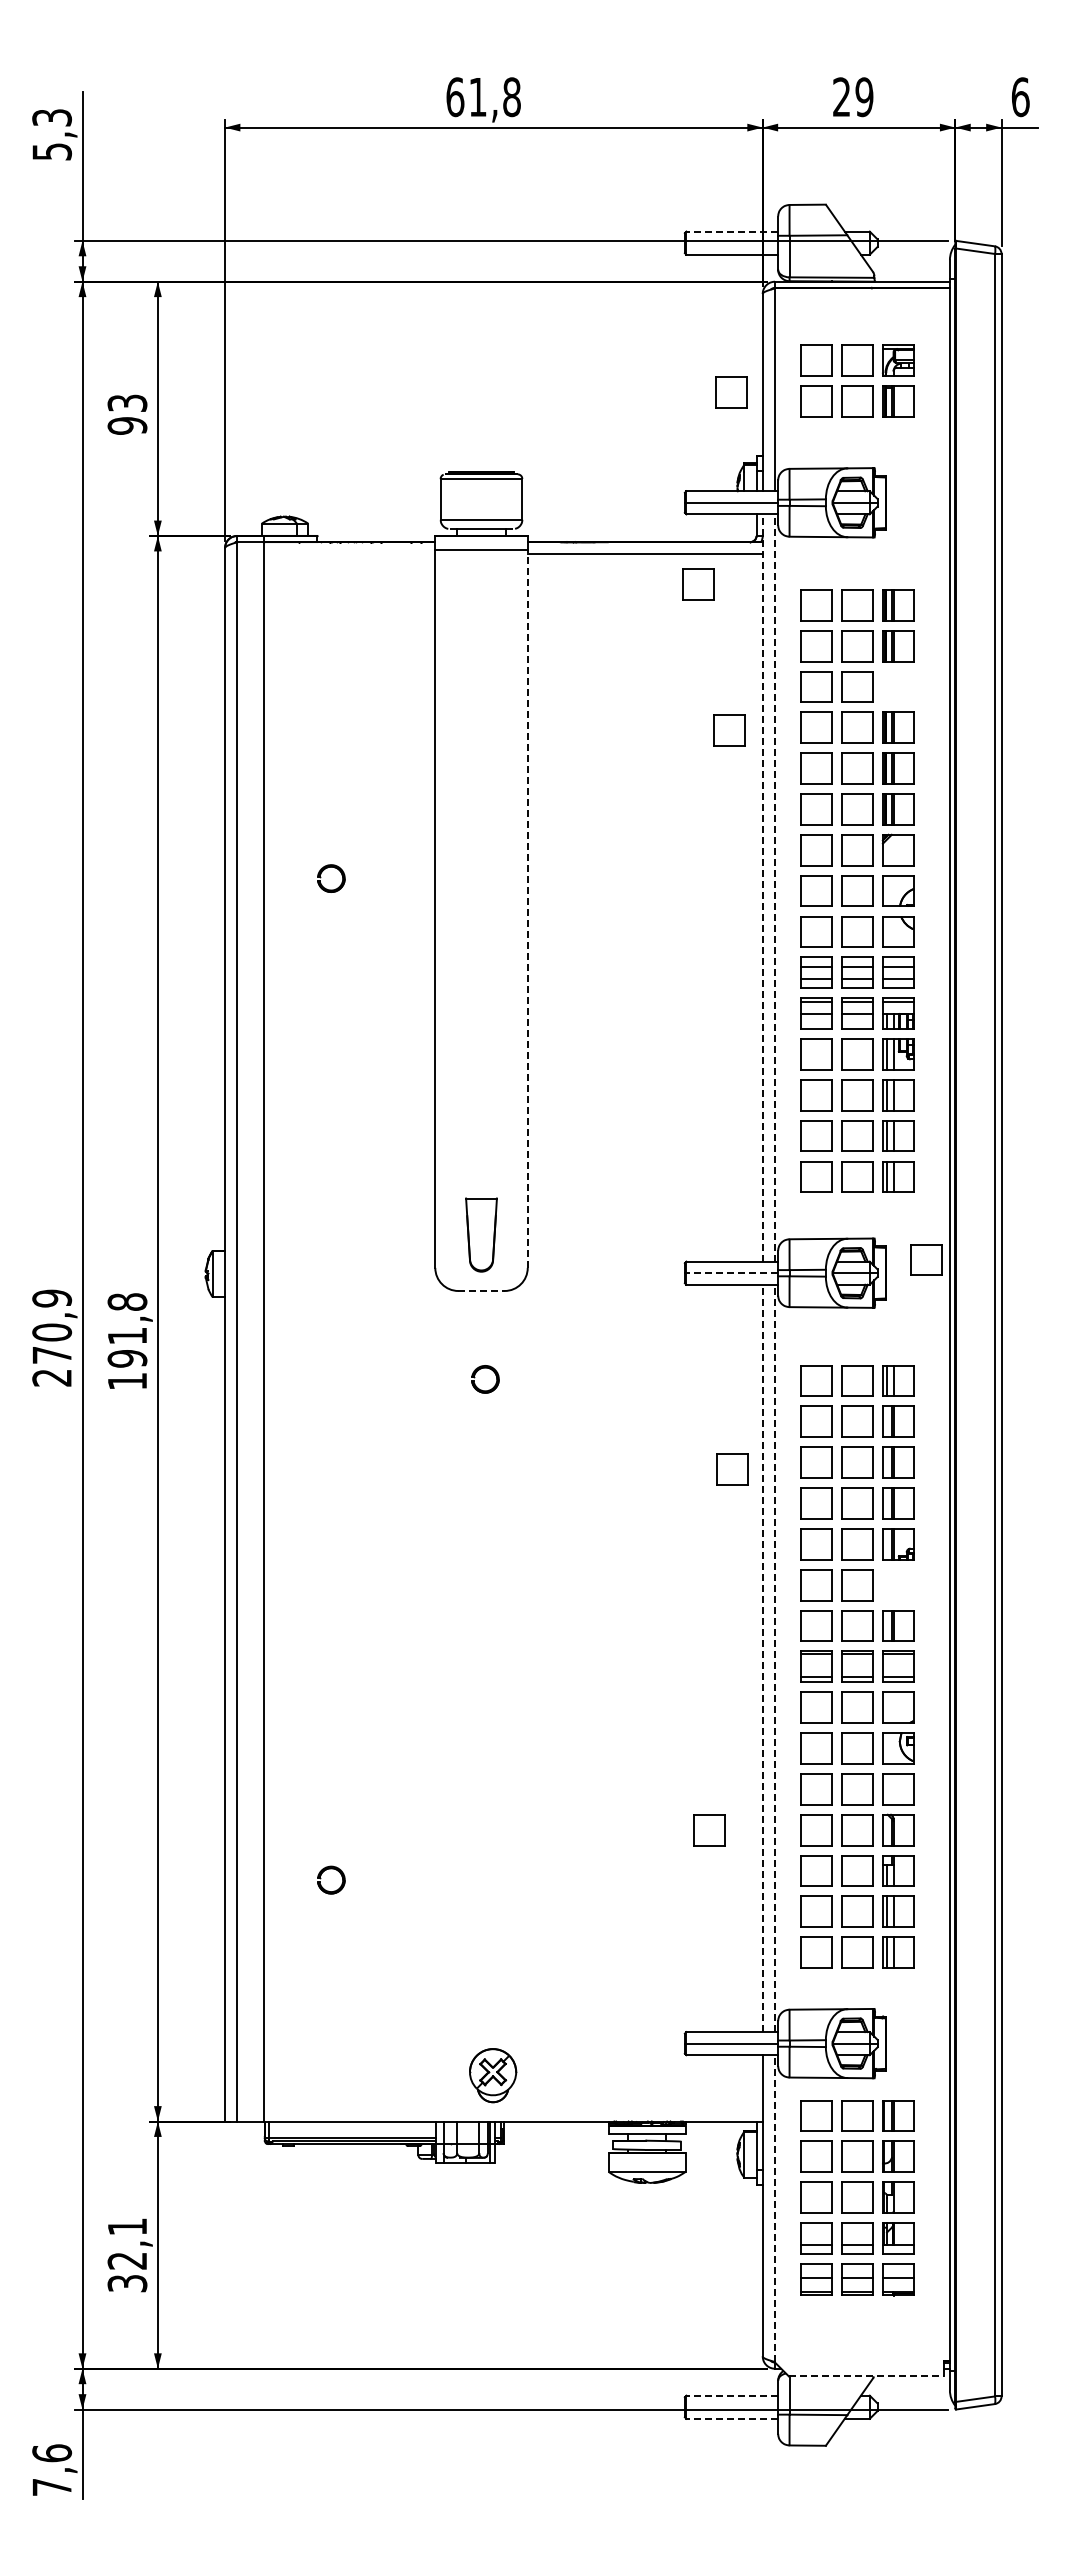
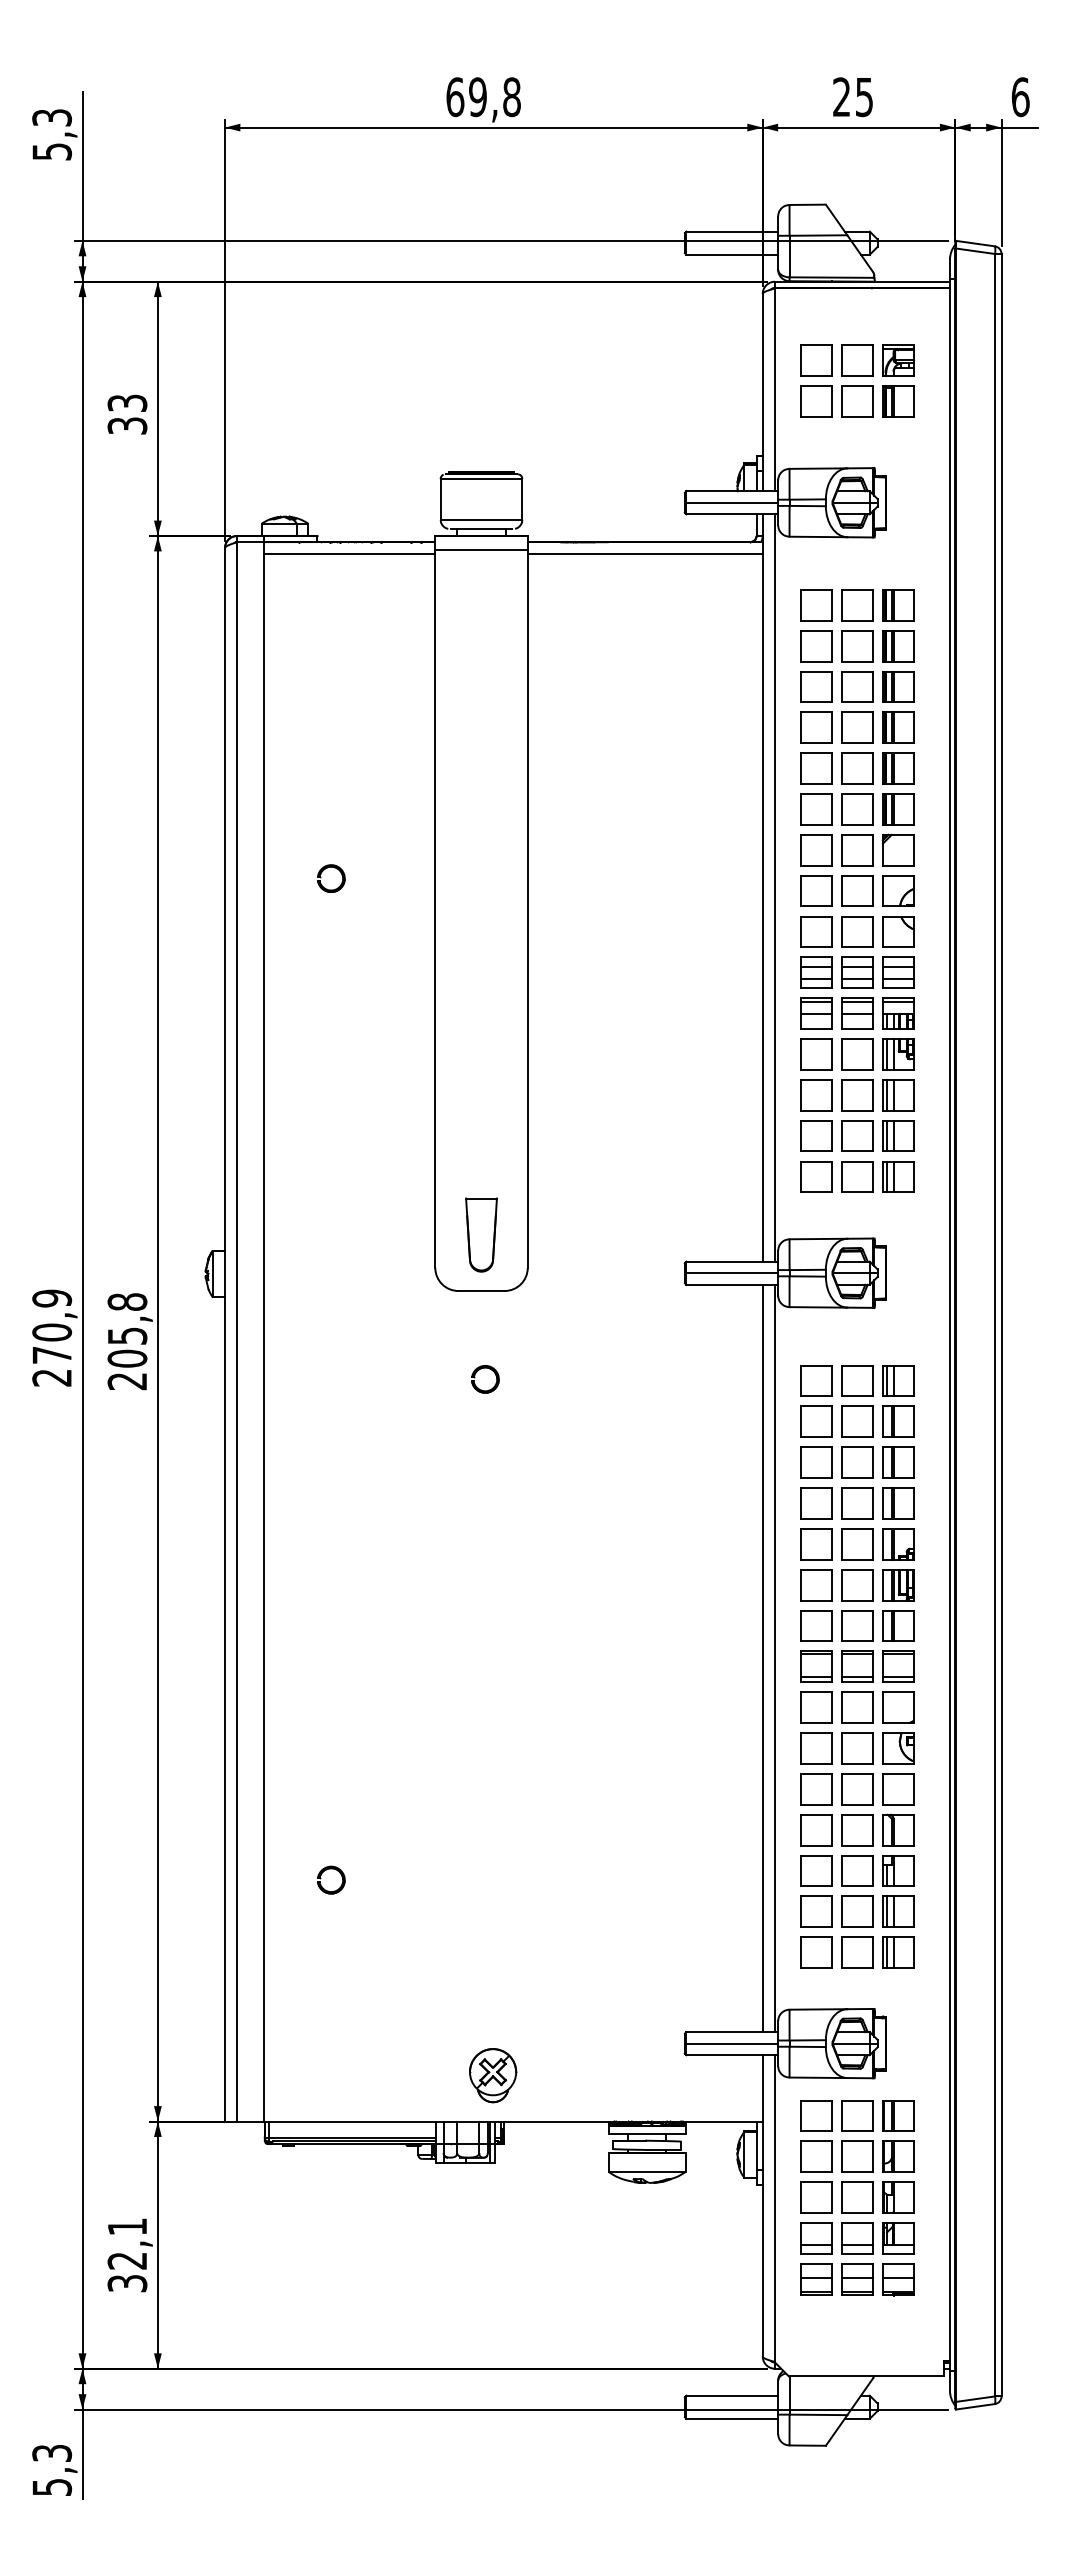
text at (864, 96): 29 -> 25
text at (477, 97): 61,8 -> 69,8
line at (732, 231): dashed -> solid
part at (731, 392): present -> none
text at (127, 425): 93 -> 33
line at (349, 554): none -> present
part at (698, 584): present -> none
part at (898, 686): none -> present
part at (729, 730): present -> none
line at (762, 888): dashed -> solid
line at (775, 888): dashed -> solid
line at (527, 908): dashed -> solid
part at (926, 1259): present -> none
line at (732, 1273): dashed -> solid
line at (482, 1291): dashed -> solid
text at (127, 1358): 191,8 -> 205,8
part at (732, 1469): present -> none
part at (898, 1585): none -> present
line at (762, 1658): dashed -> solid
line at (775, 1658): dashed -> solid
part at (709, 1830): present -> none
line at (775, 2208): dashed -> solid
line at (866, 2376): dashed -> solid
line at (732, 2395): dashed -> solid
line at (732, 2418): dashed -> solid
text at (52, 2469): 7,6 -> 5,3
